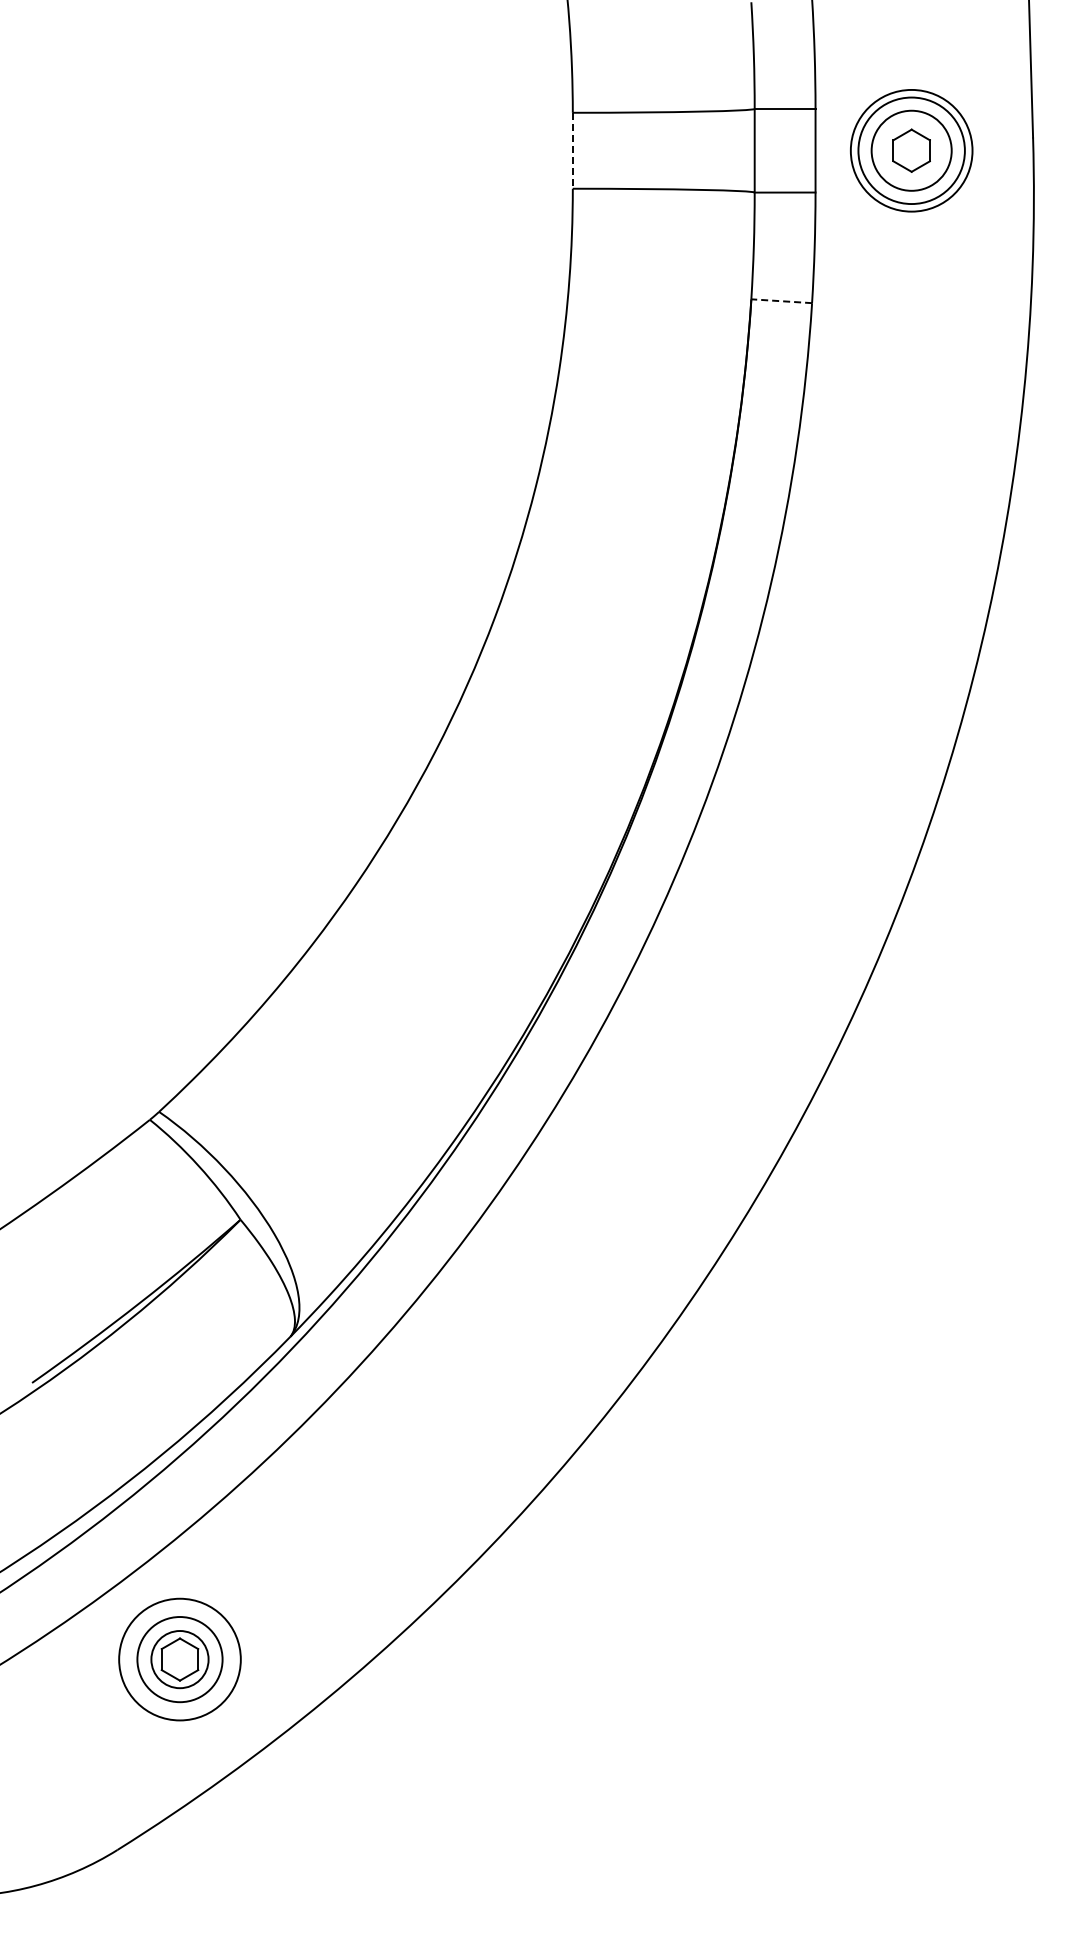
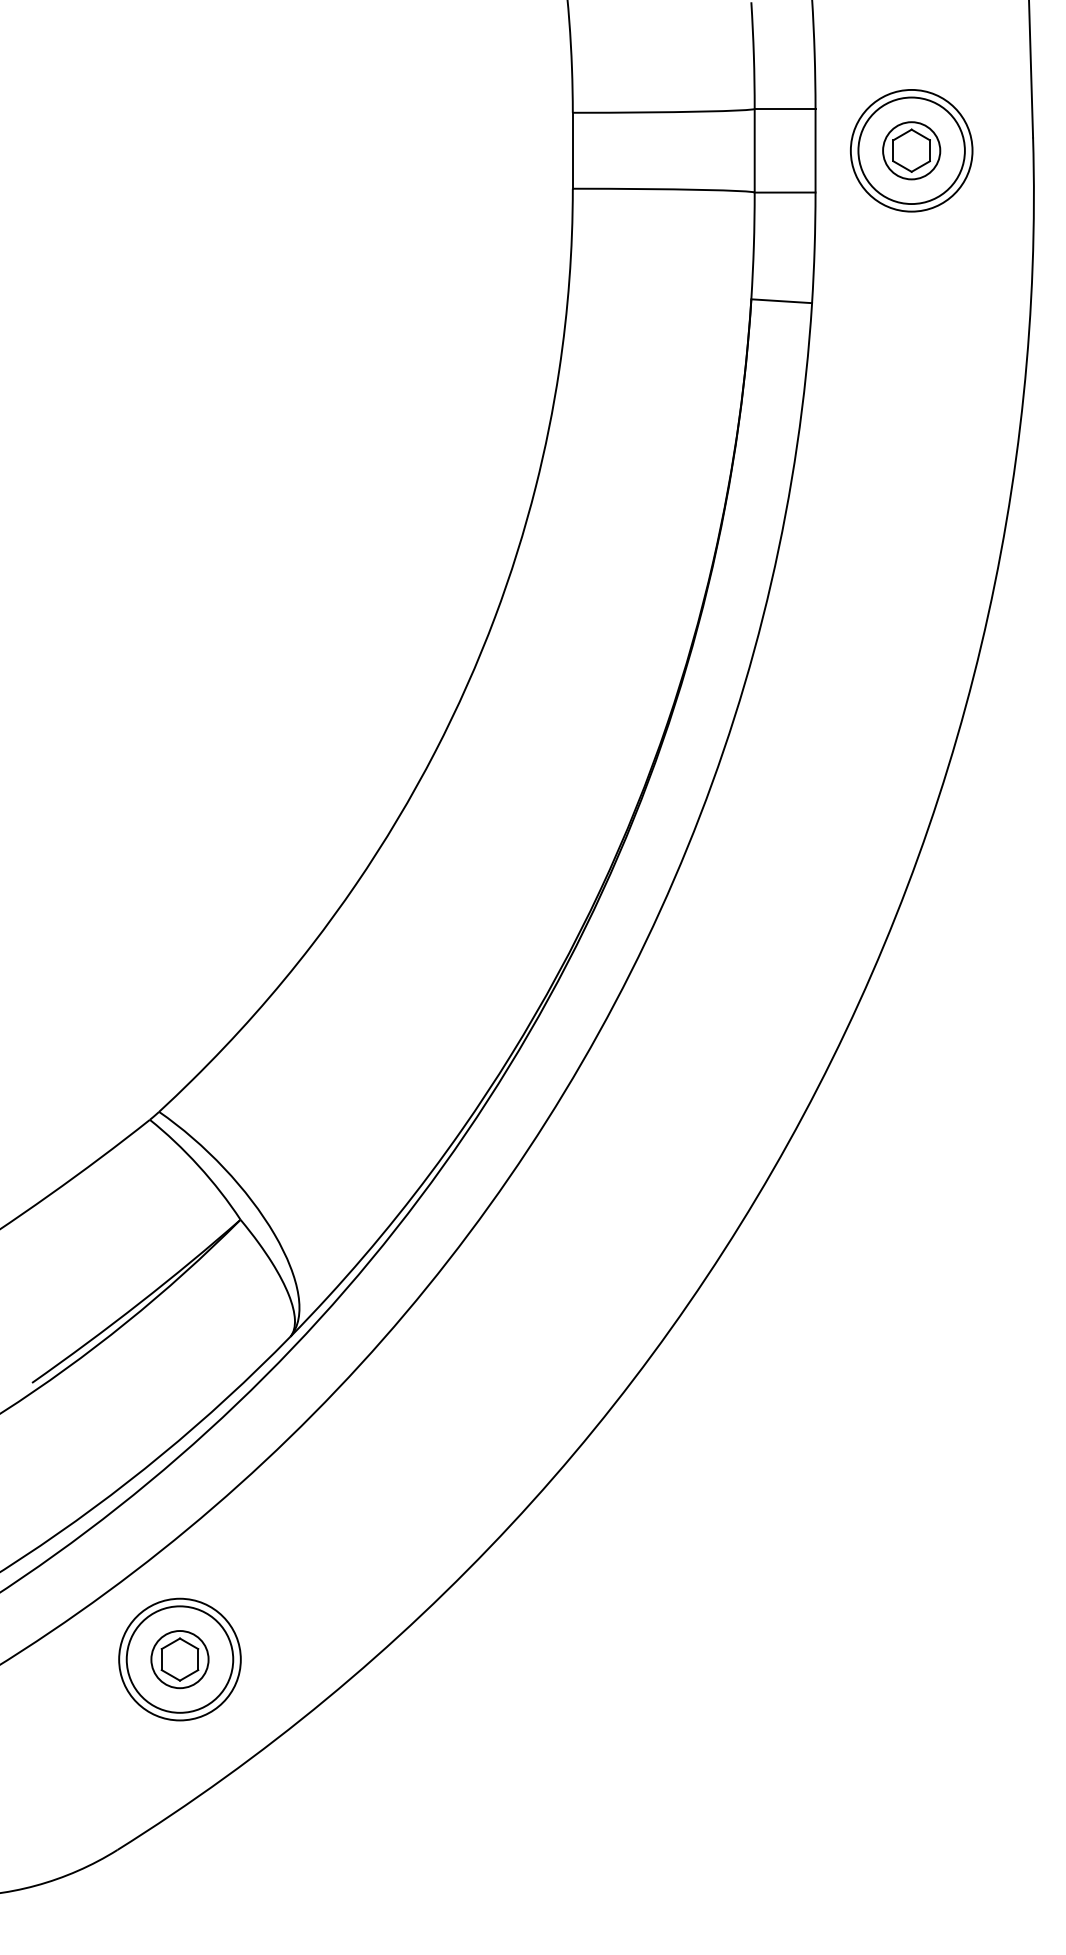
line at (572, 150): dashed -> solid
circle at (911, 150) diameter: 80 px -> 57 px
line at (781, 301): dashed -> solid
circle at (179, 1659) diameter: 85 px -> 106 px
